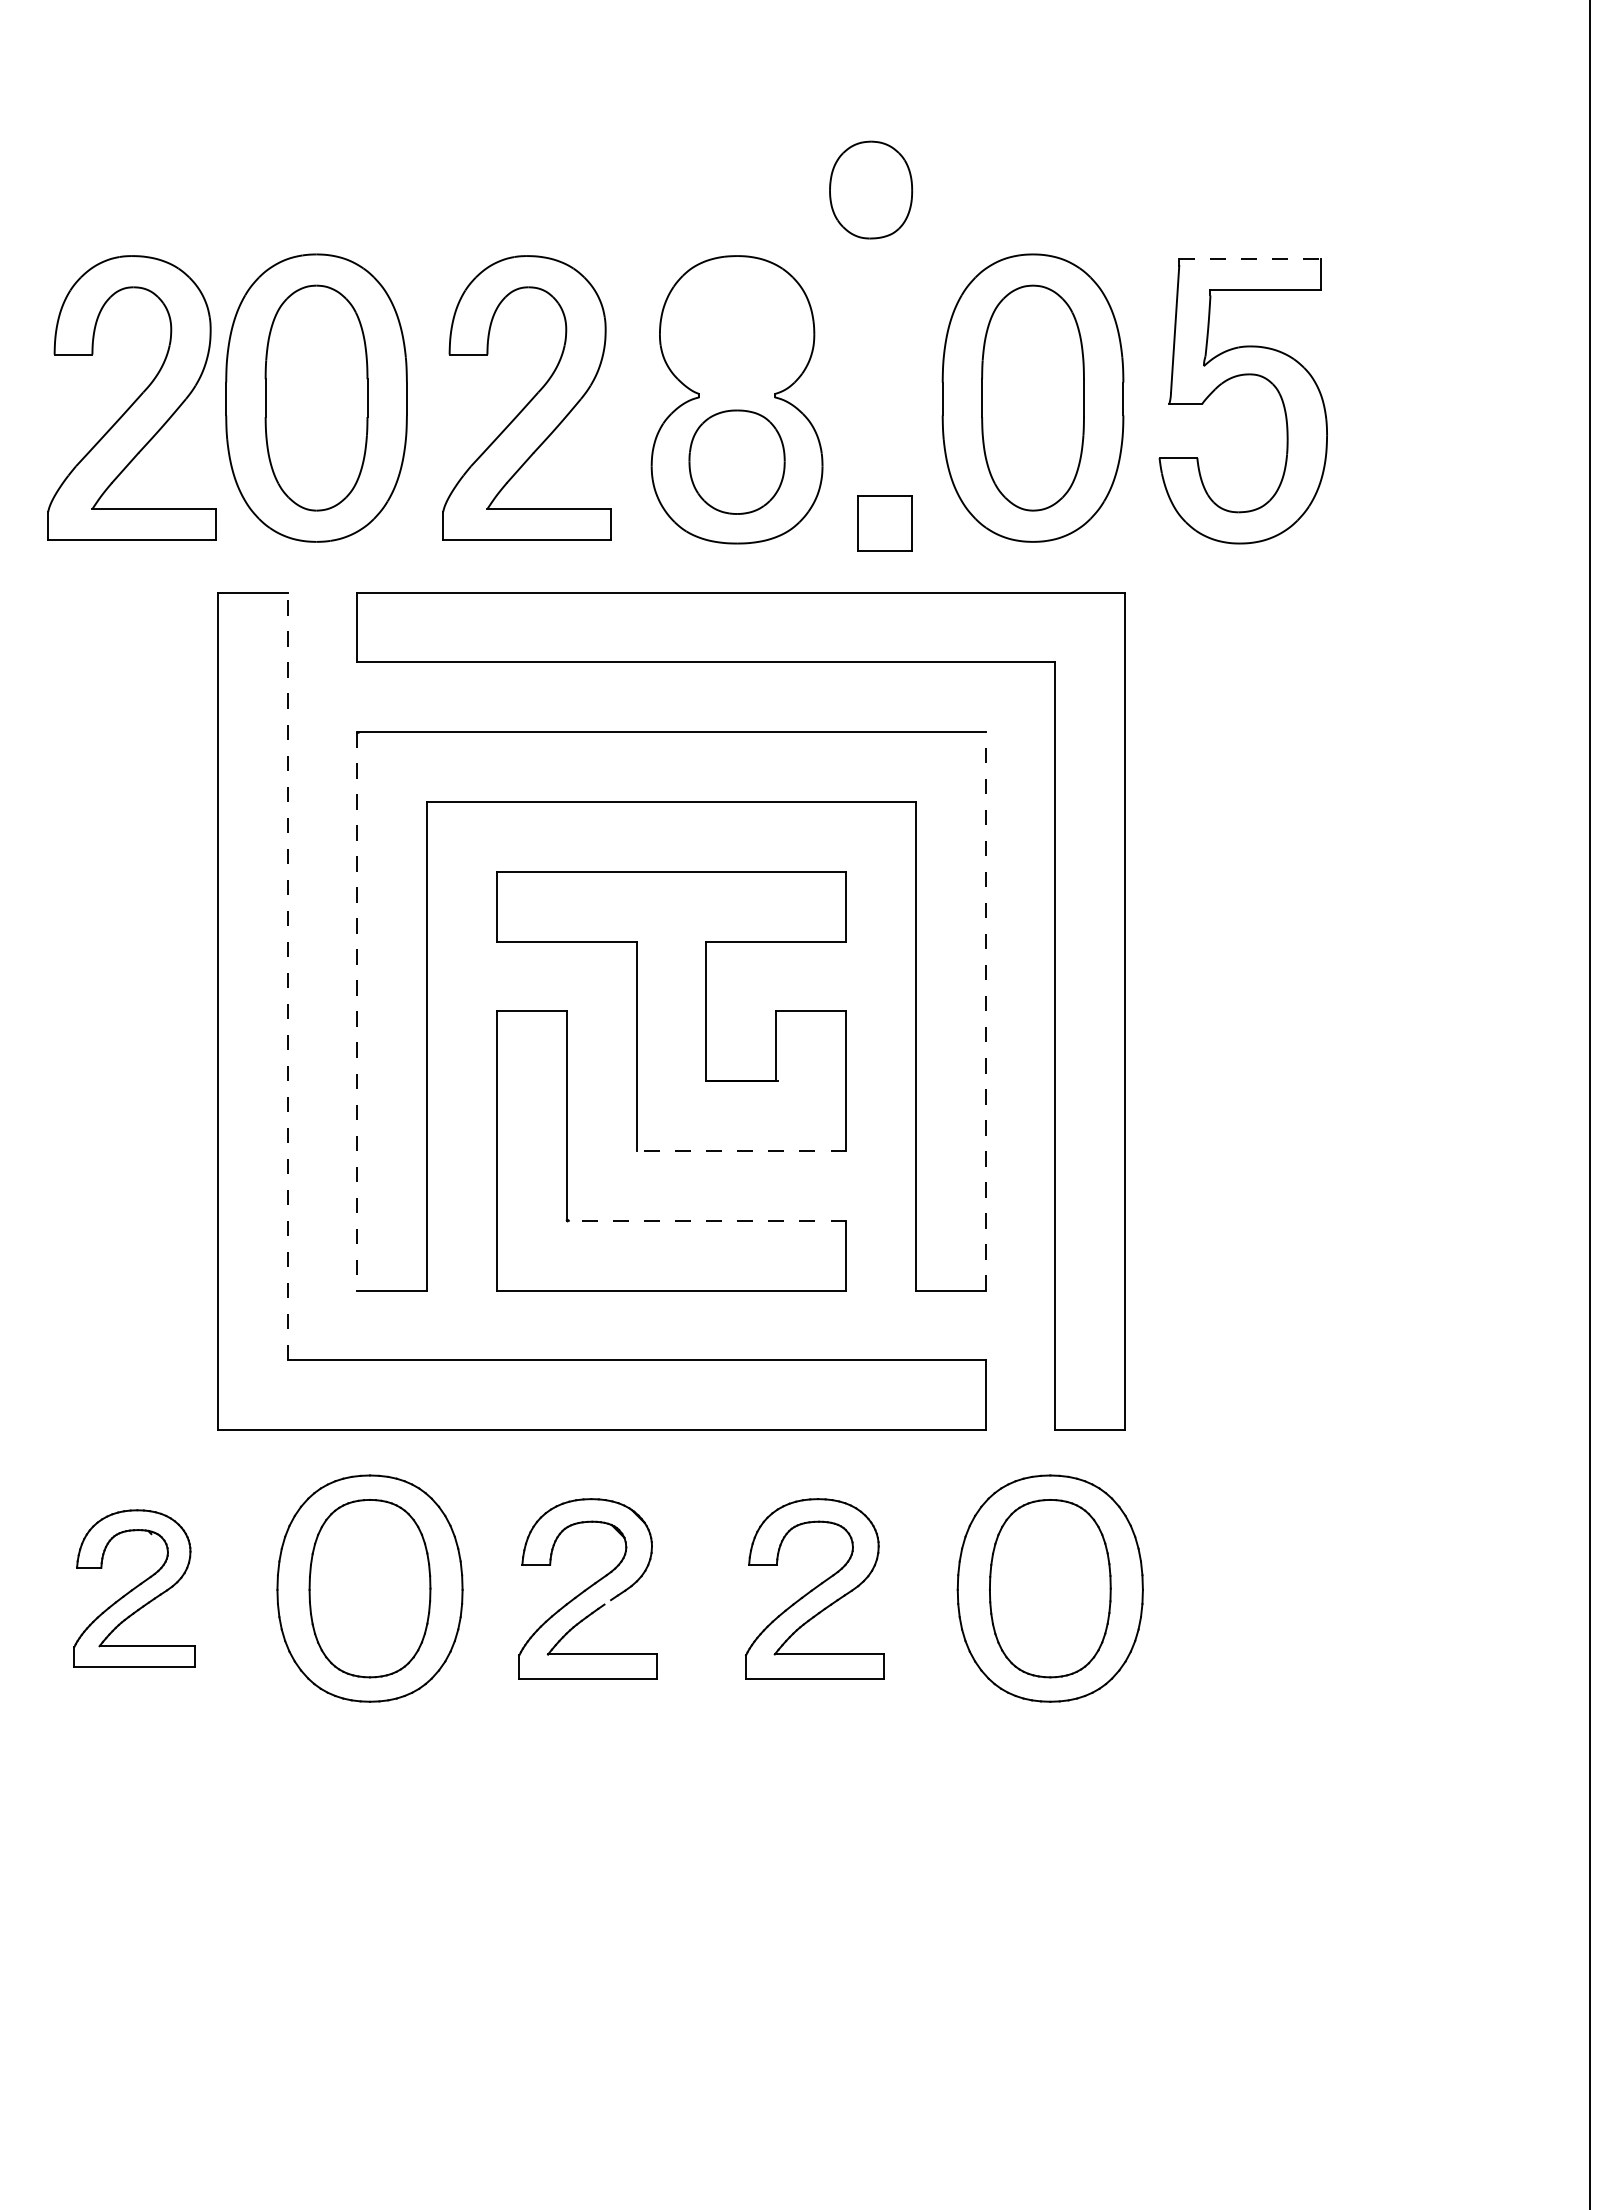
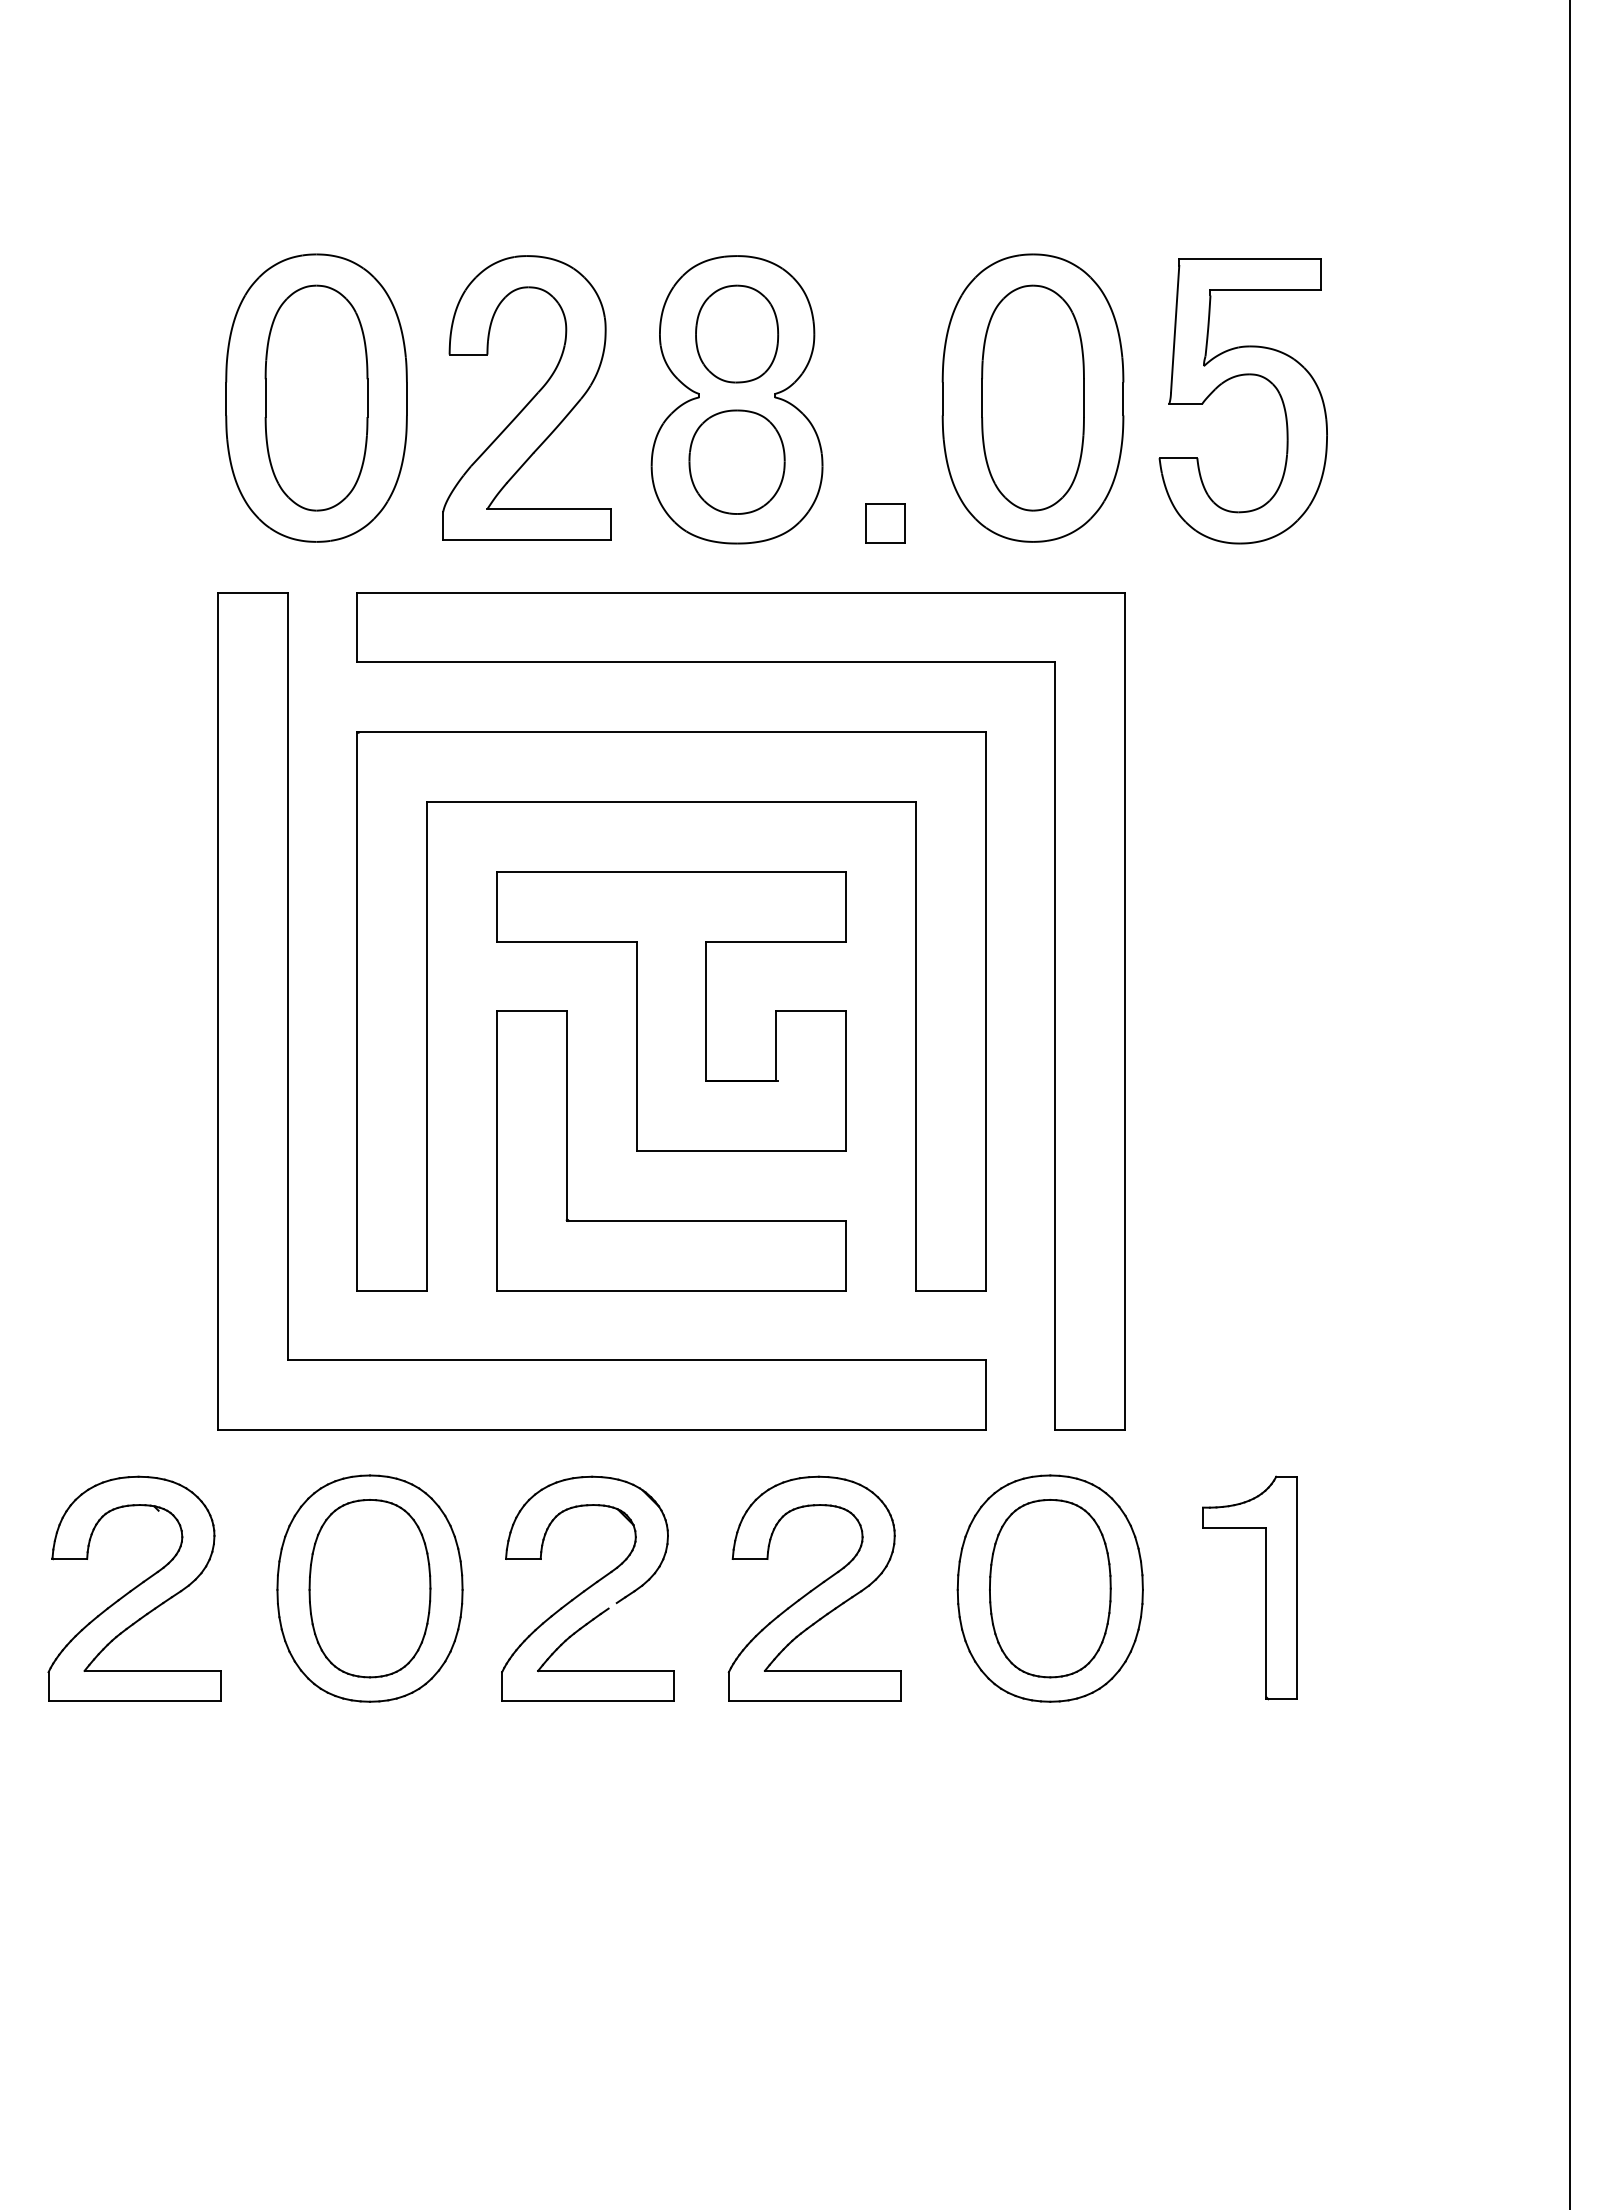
part at (871, 189) position: (871, 189) -> (737, 333)
line at (1249, 259): dashed -> solid
part at (131, 397): present -> none
part at (884, 523) size: 56x57 px -> 41x41 px
line at (287, 976): dashed -> solid
line at (985, 1010): dashed -> solid
line at (357, 1011): dashed -> solid
line at (1590, 1104) position: (1590, 1104) -> (1570, 1104)
line at (741, 1151): dashed -> solid
line at (706, 1220): dashed -> solid
part at (1265, 1587): none -> present
part at (134, 1588) size: 123x159 px -> 175x227 px
part at (587, 1588) size: 140x182 px -> 174x227 px
part at (814, 1588) size: 140x182 px -> 175x227 px
